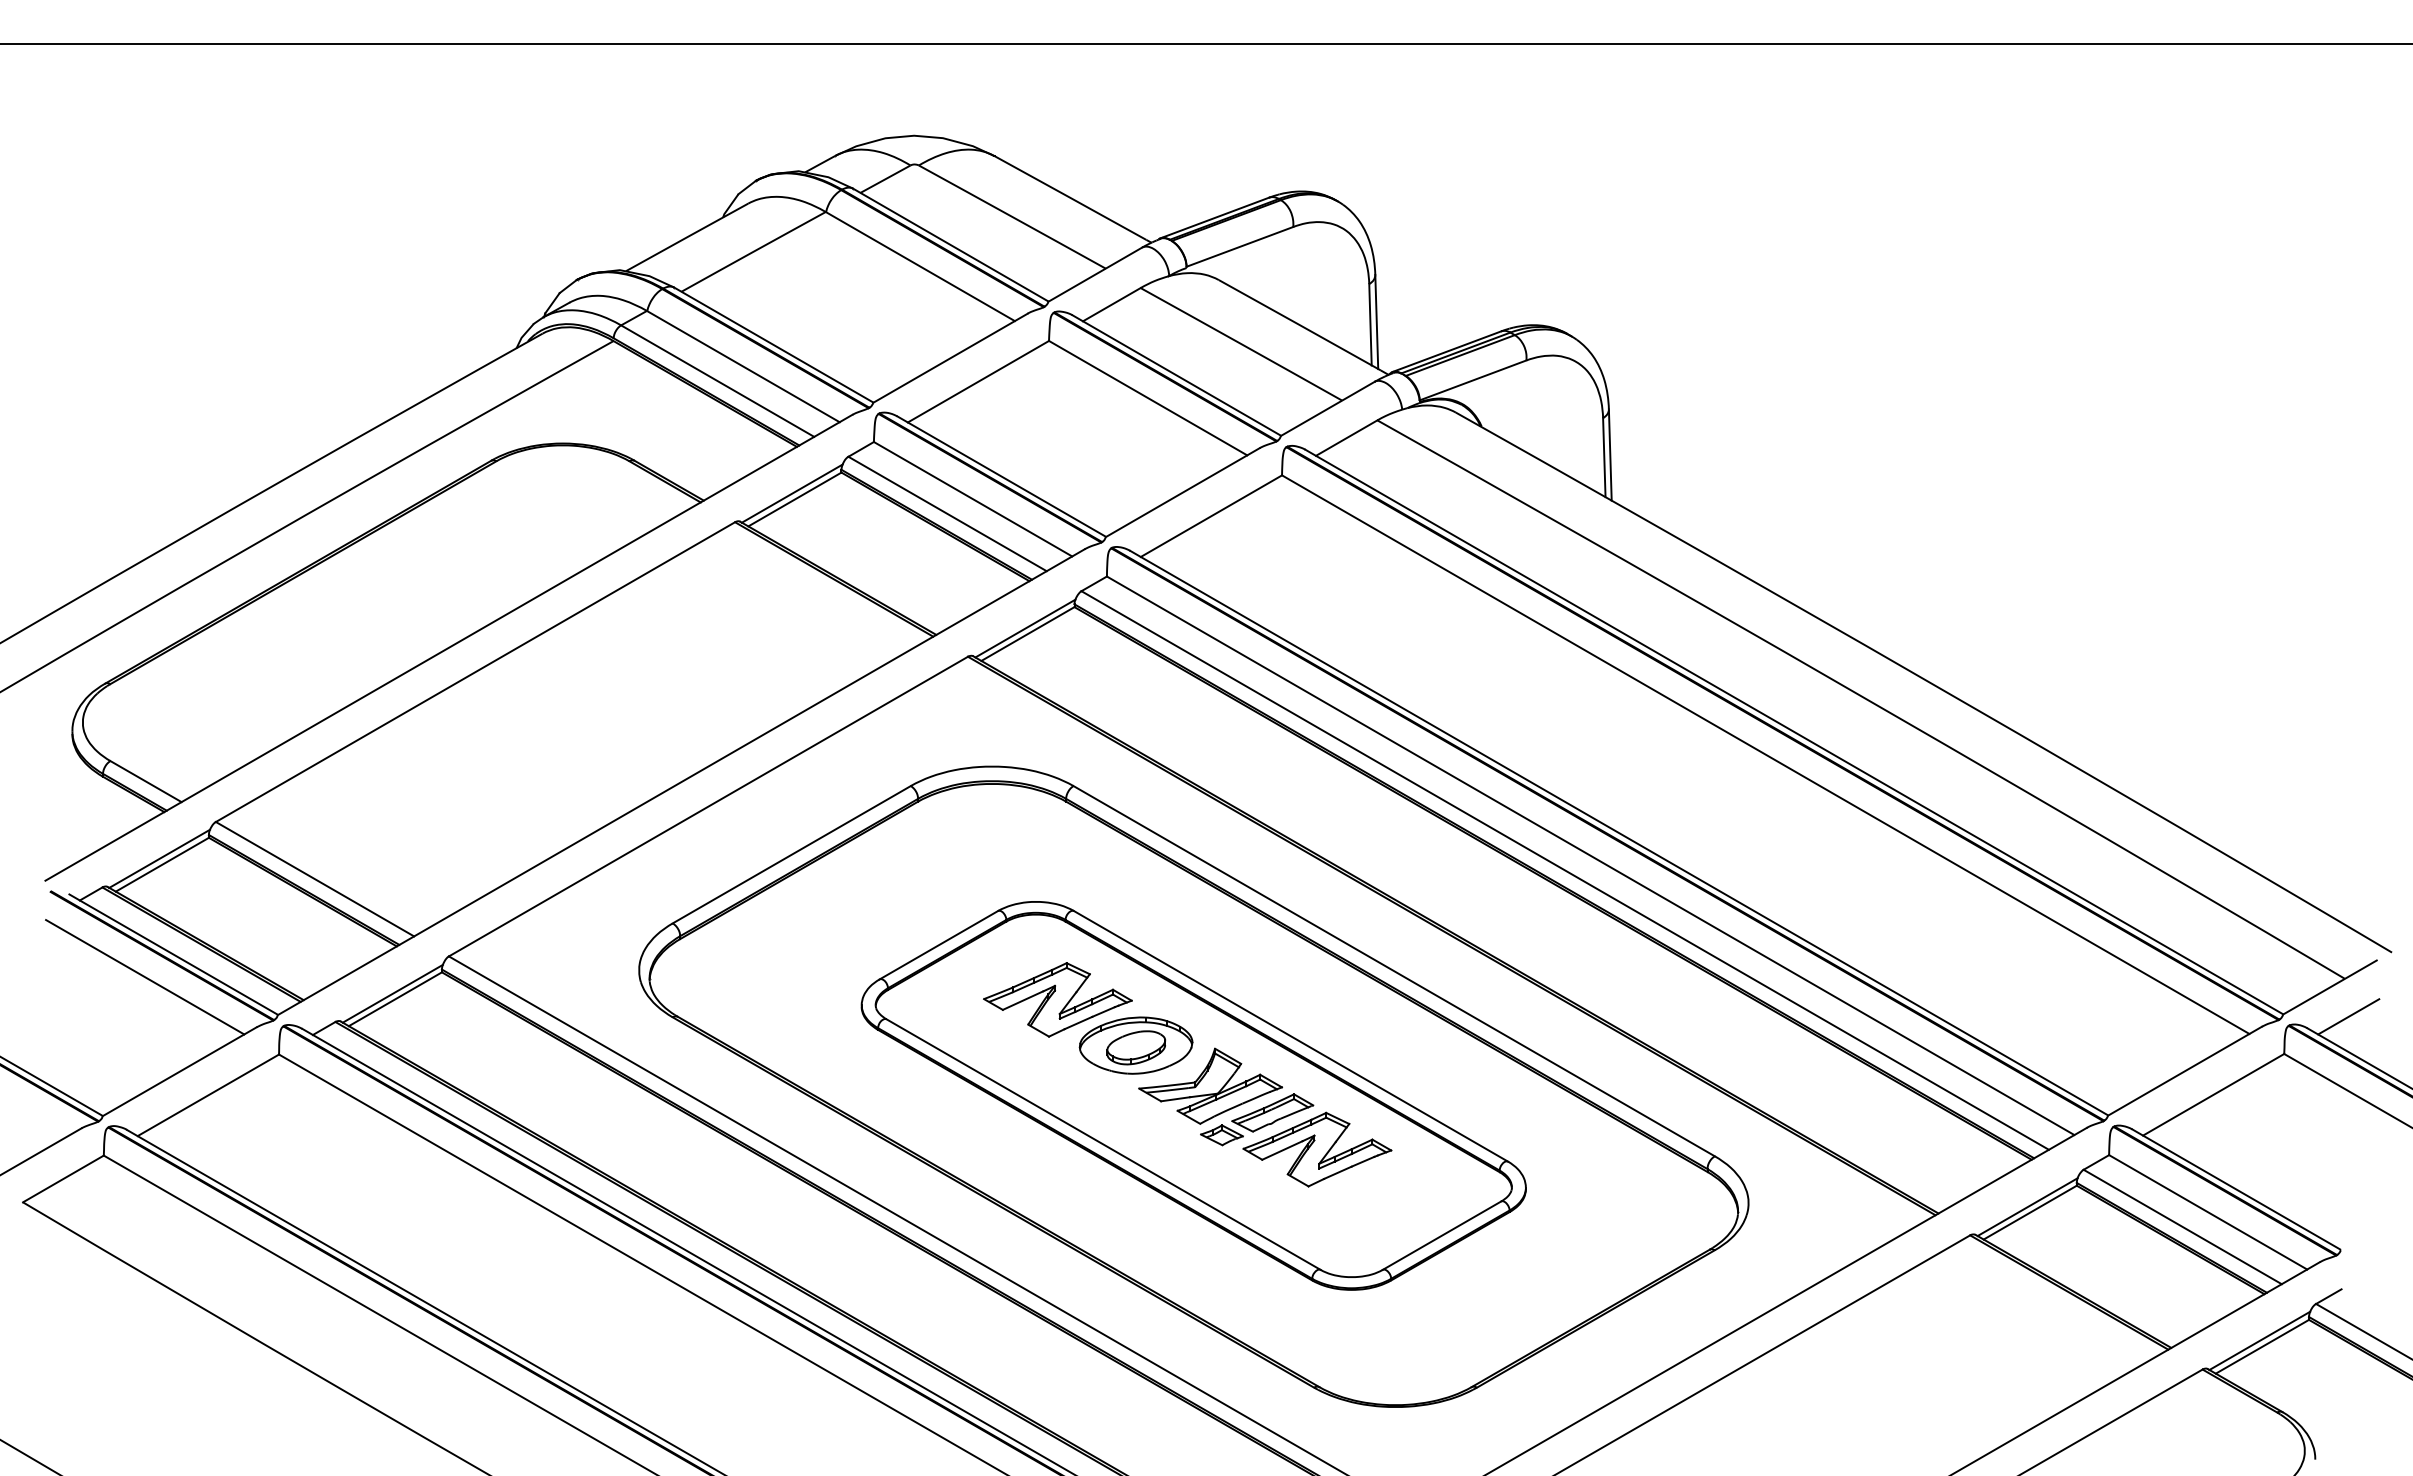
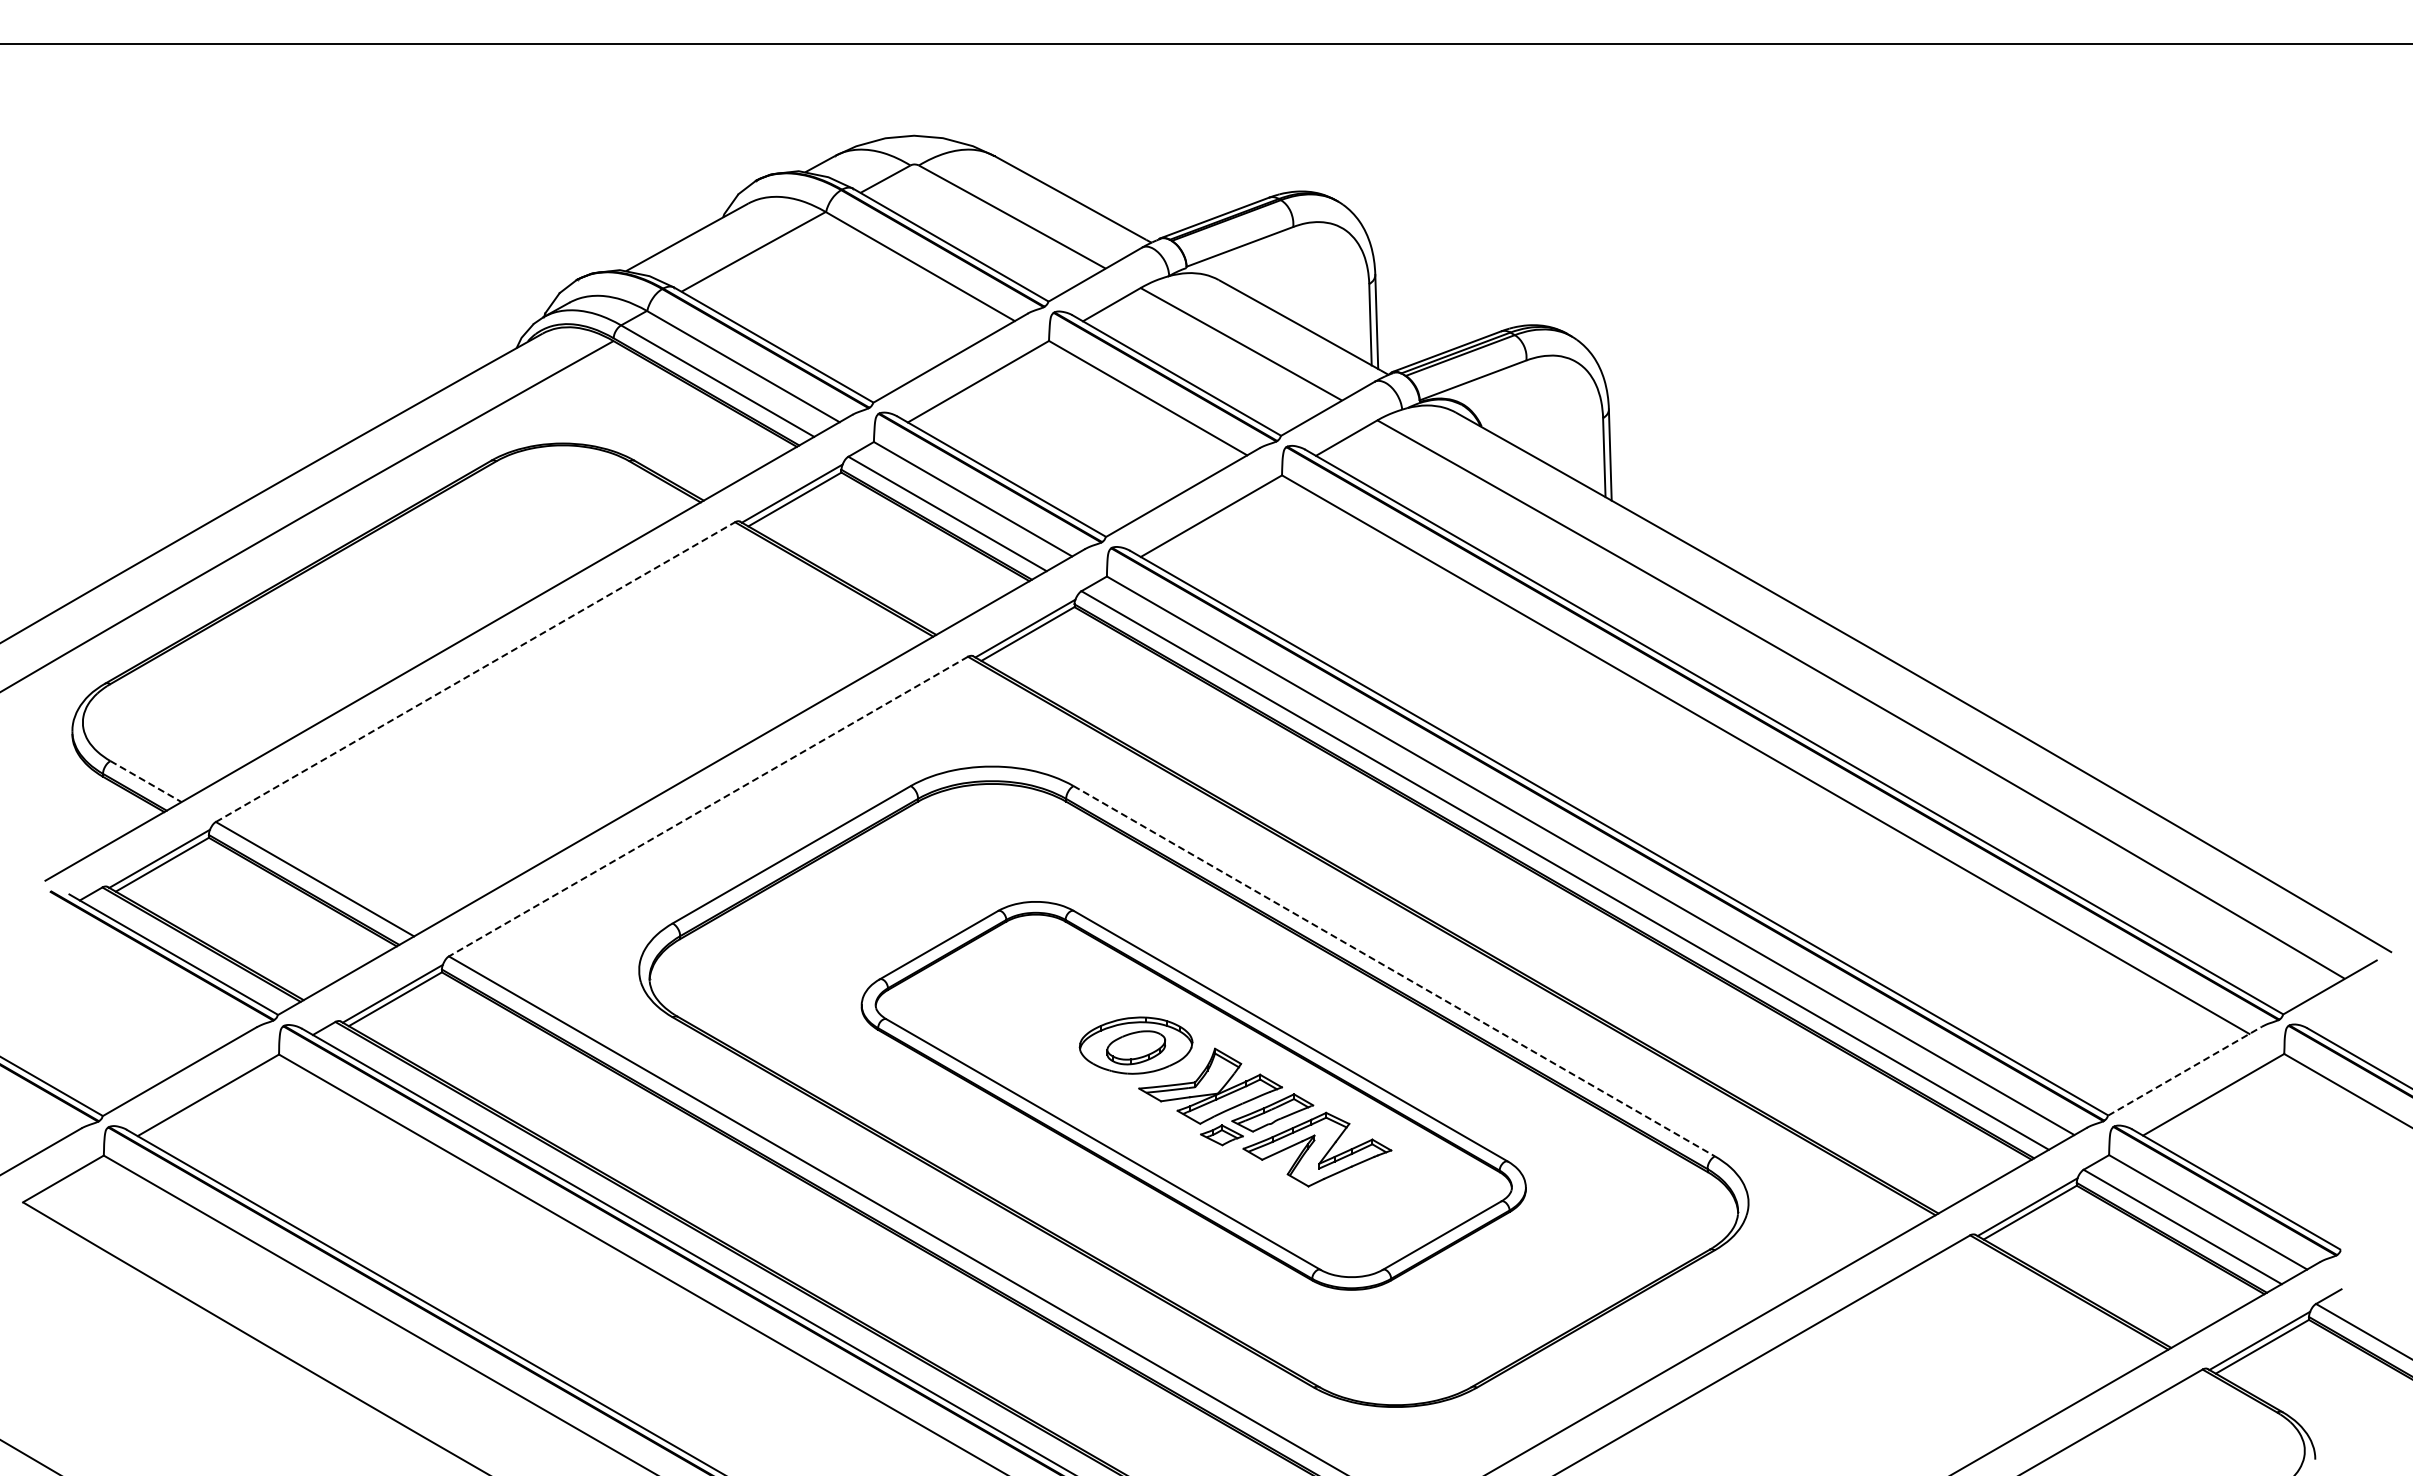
line at (475, 672): solid -> dashed
line at (146, 781): solid -> dashed
line at (708, 806): solid -> dashed
line at (1394, 971): solid -> dashed
line at (145, 977): present -> none
part at (1057, 999): present -> none
line at (2348, 1016): present -> none
line at (2185, 1071): solid -> dashed
